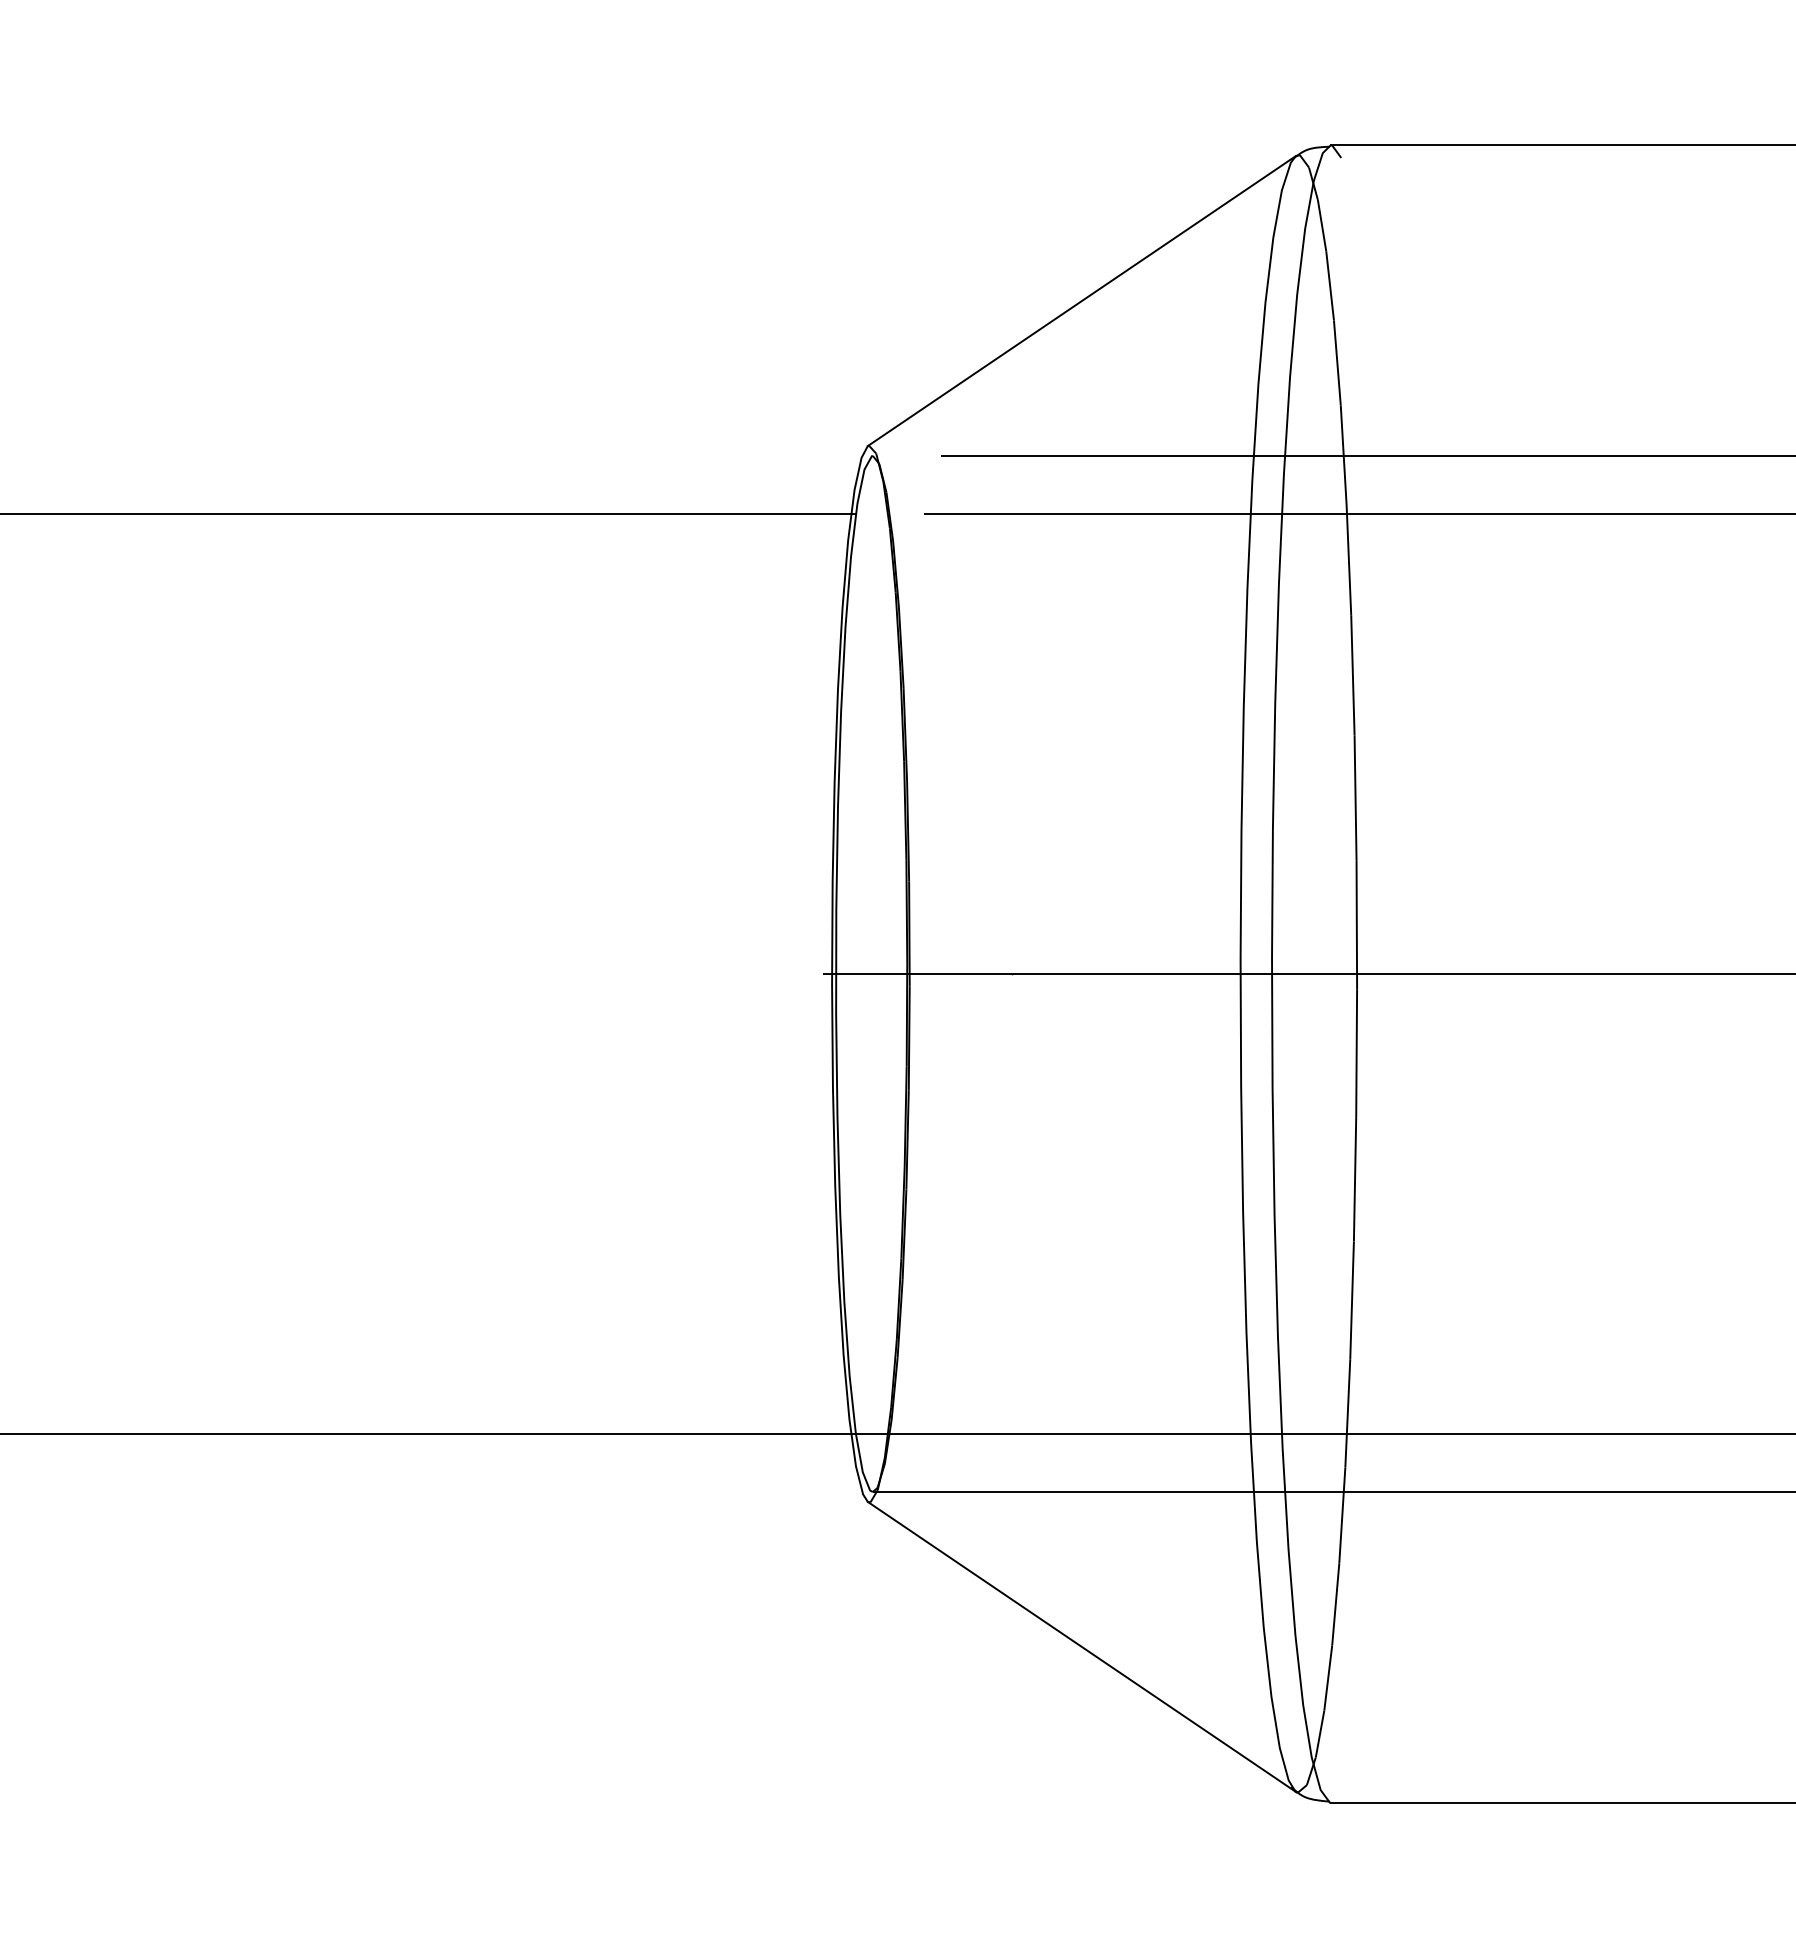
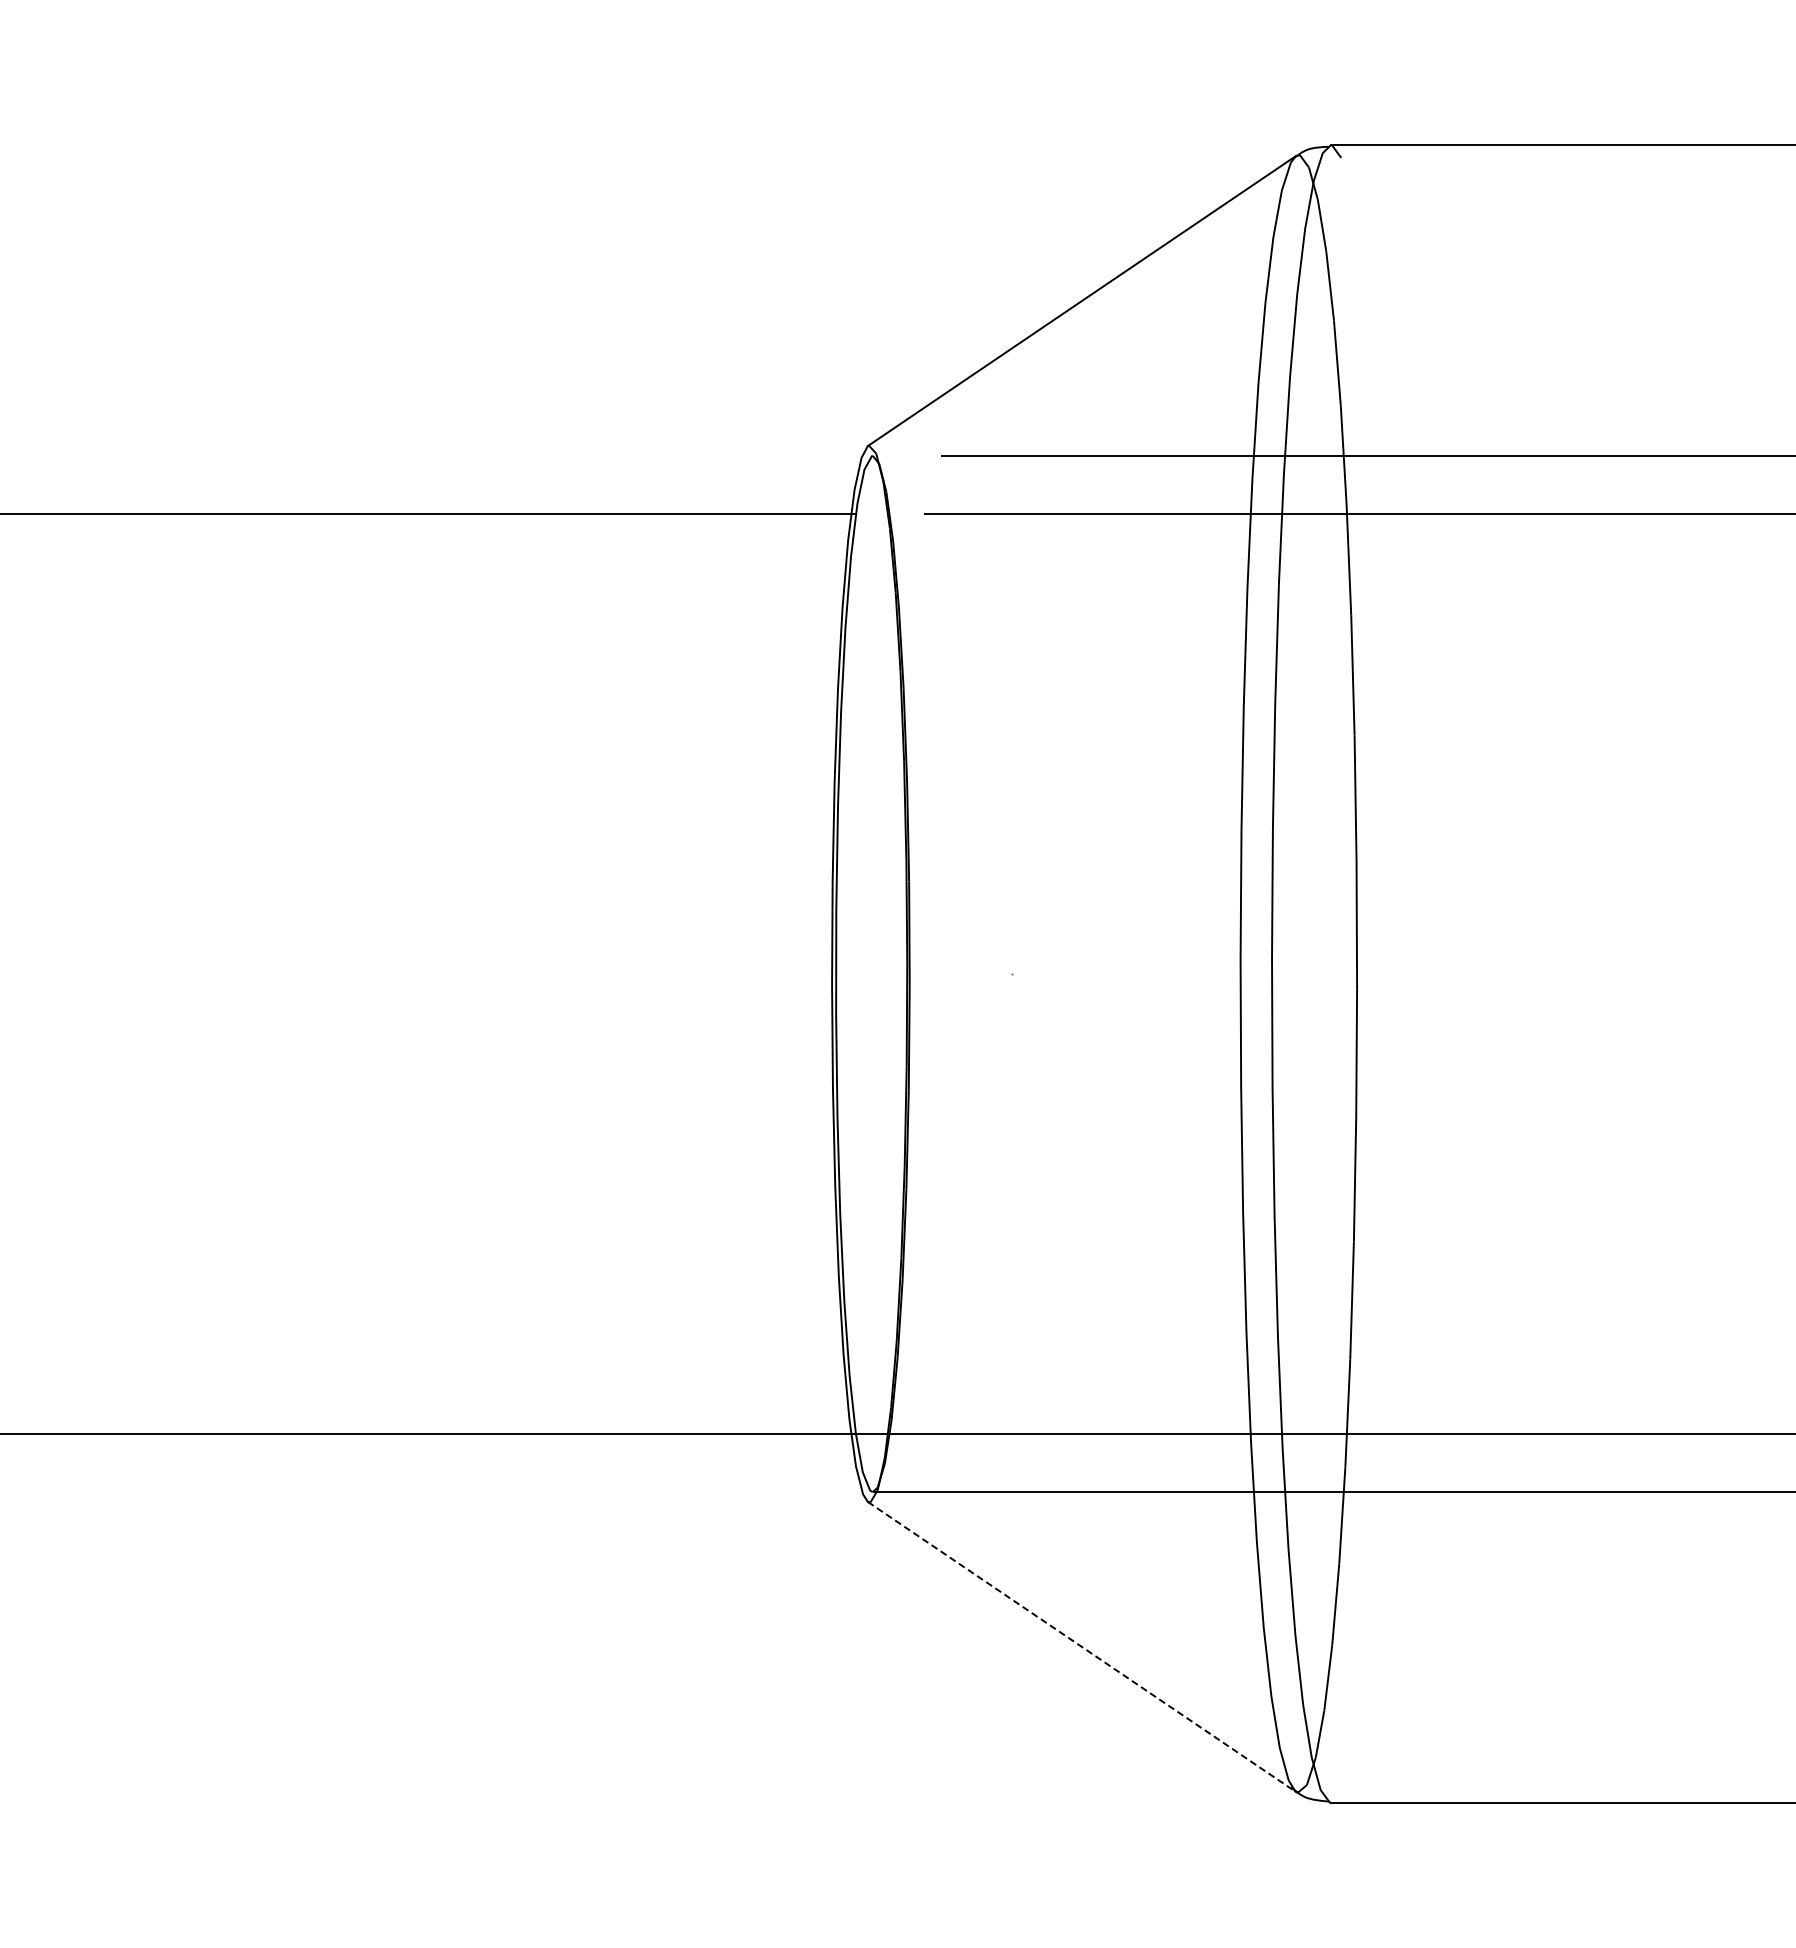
line at (1307, 973): present -> none
line at (1081, 1646): solid -> dashed
